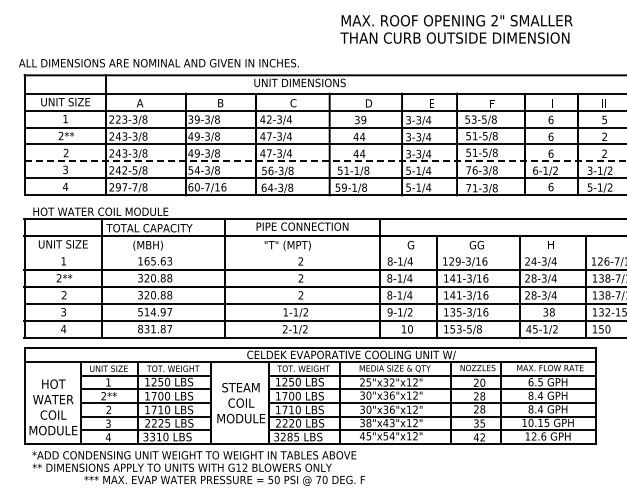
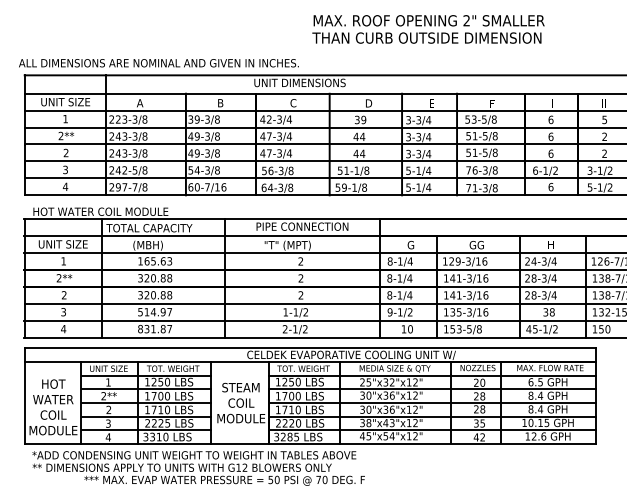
text at (456, 29) position: (456, 29) -> (428, 29)
line at (325, 161): dashed -> solid
line at (323, 252): none -> present
